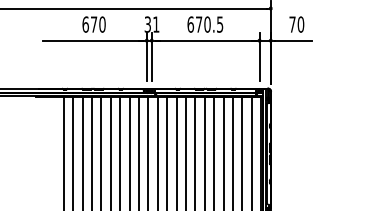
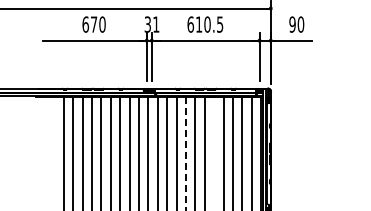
text at (199, 24): 670.5 -> 610.5
text at (292, 24): 70 -> 90
line at (214, 151): present -> none
line at (185, 153): solid -> dashed
